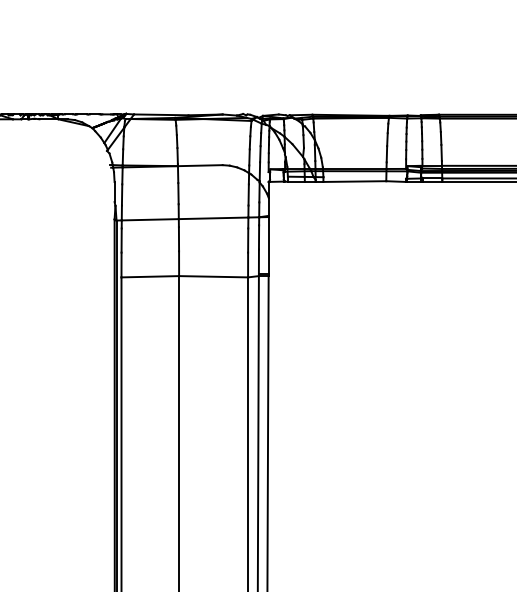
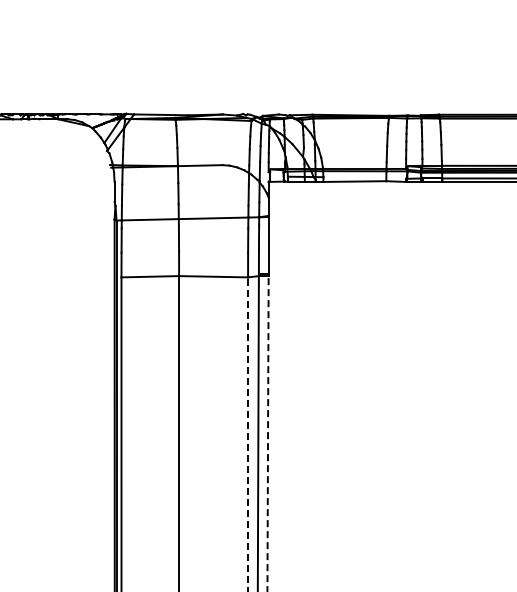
line at (268, 433): solid -> dashed
line at (248, 434): solid -> dashed
